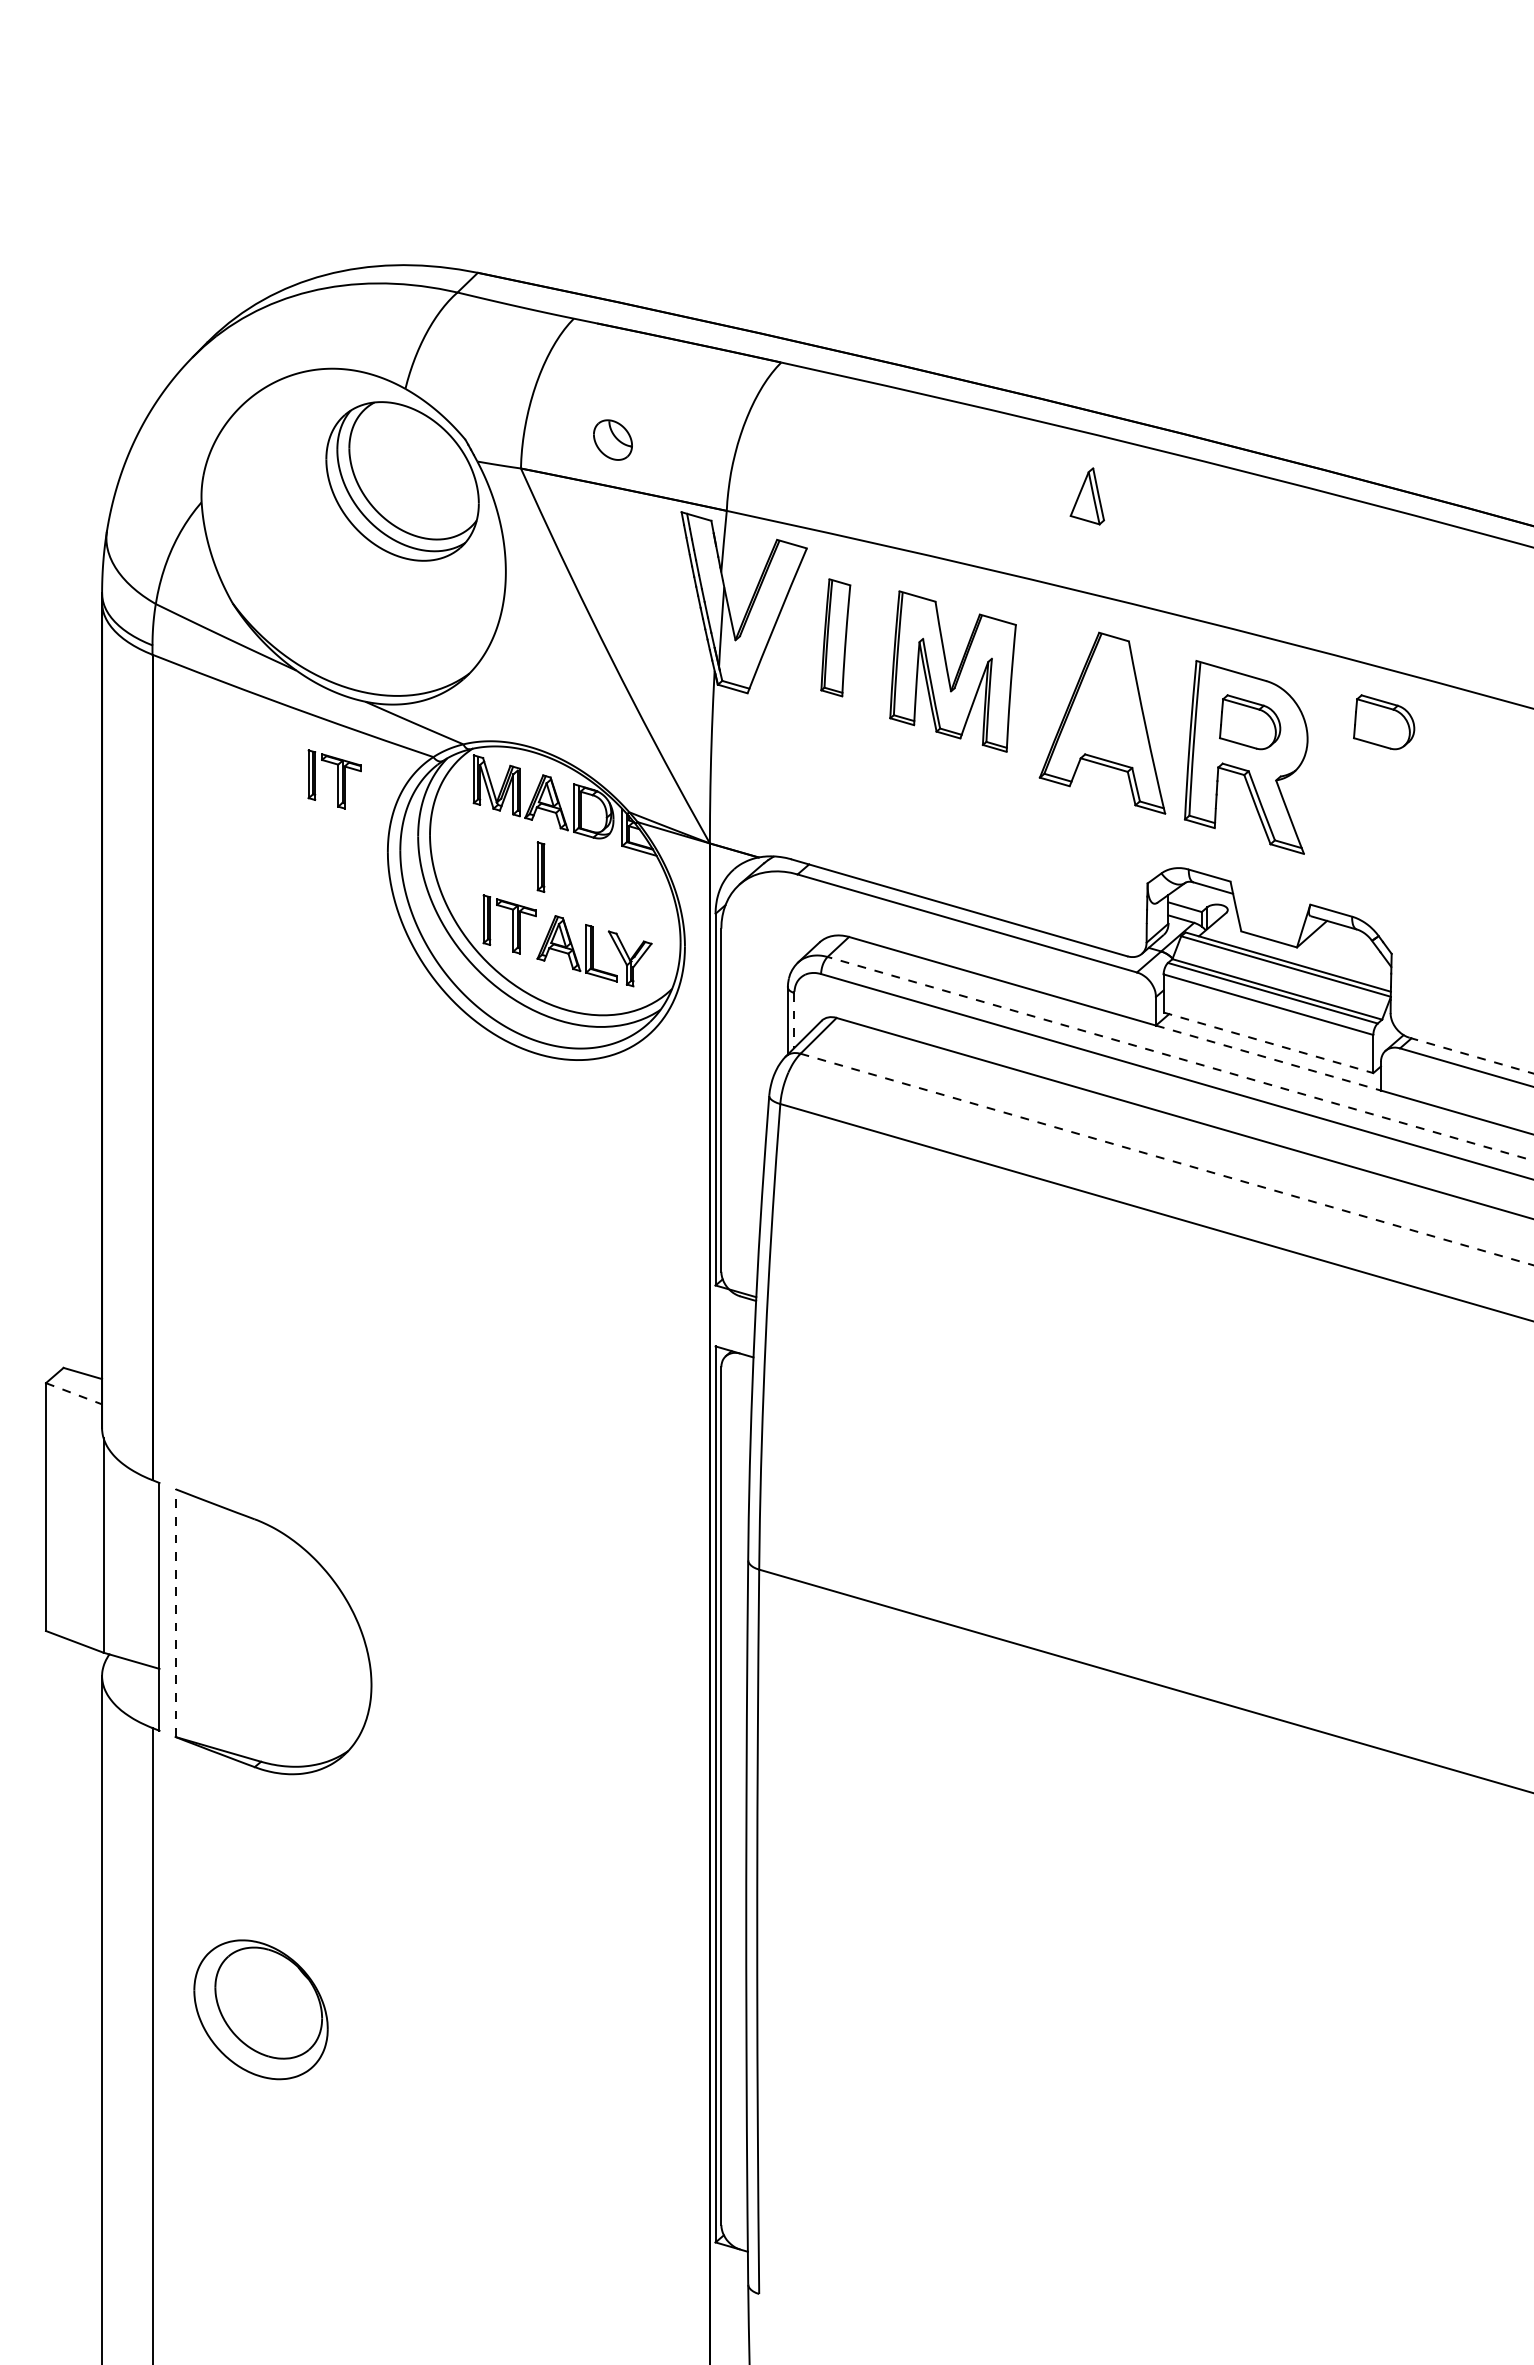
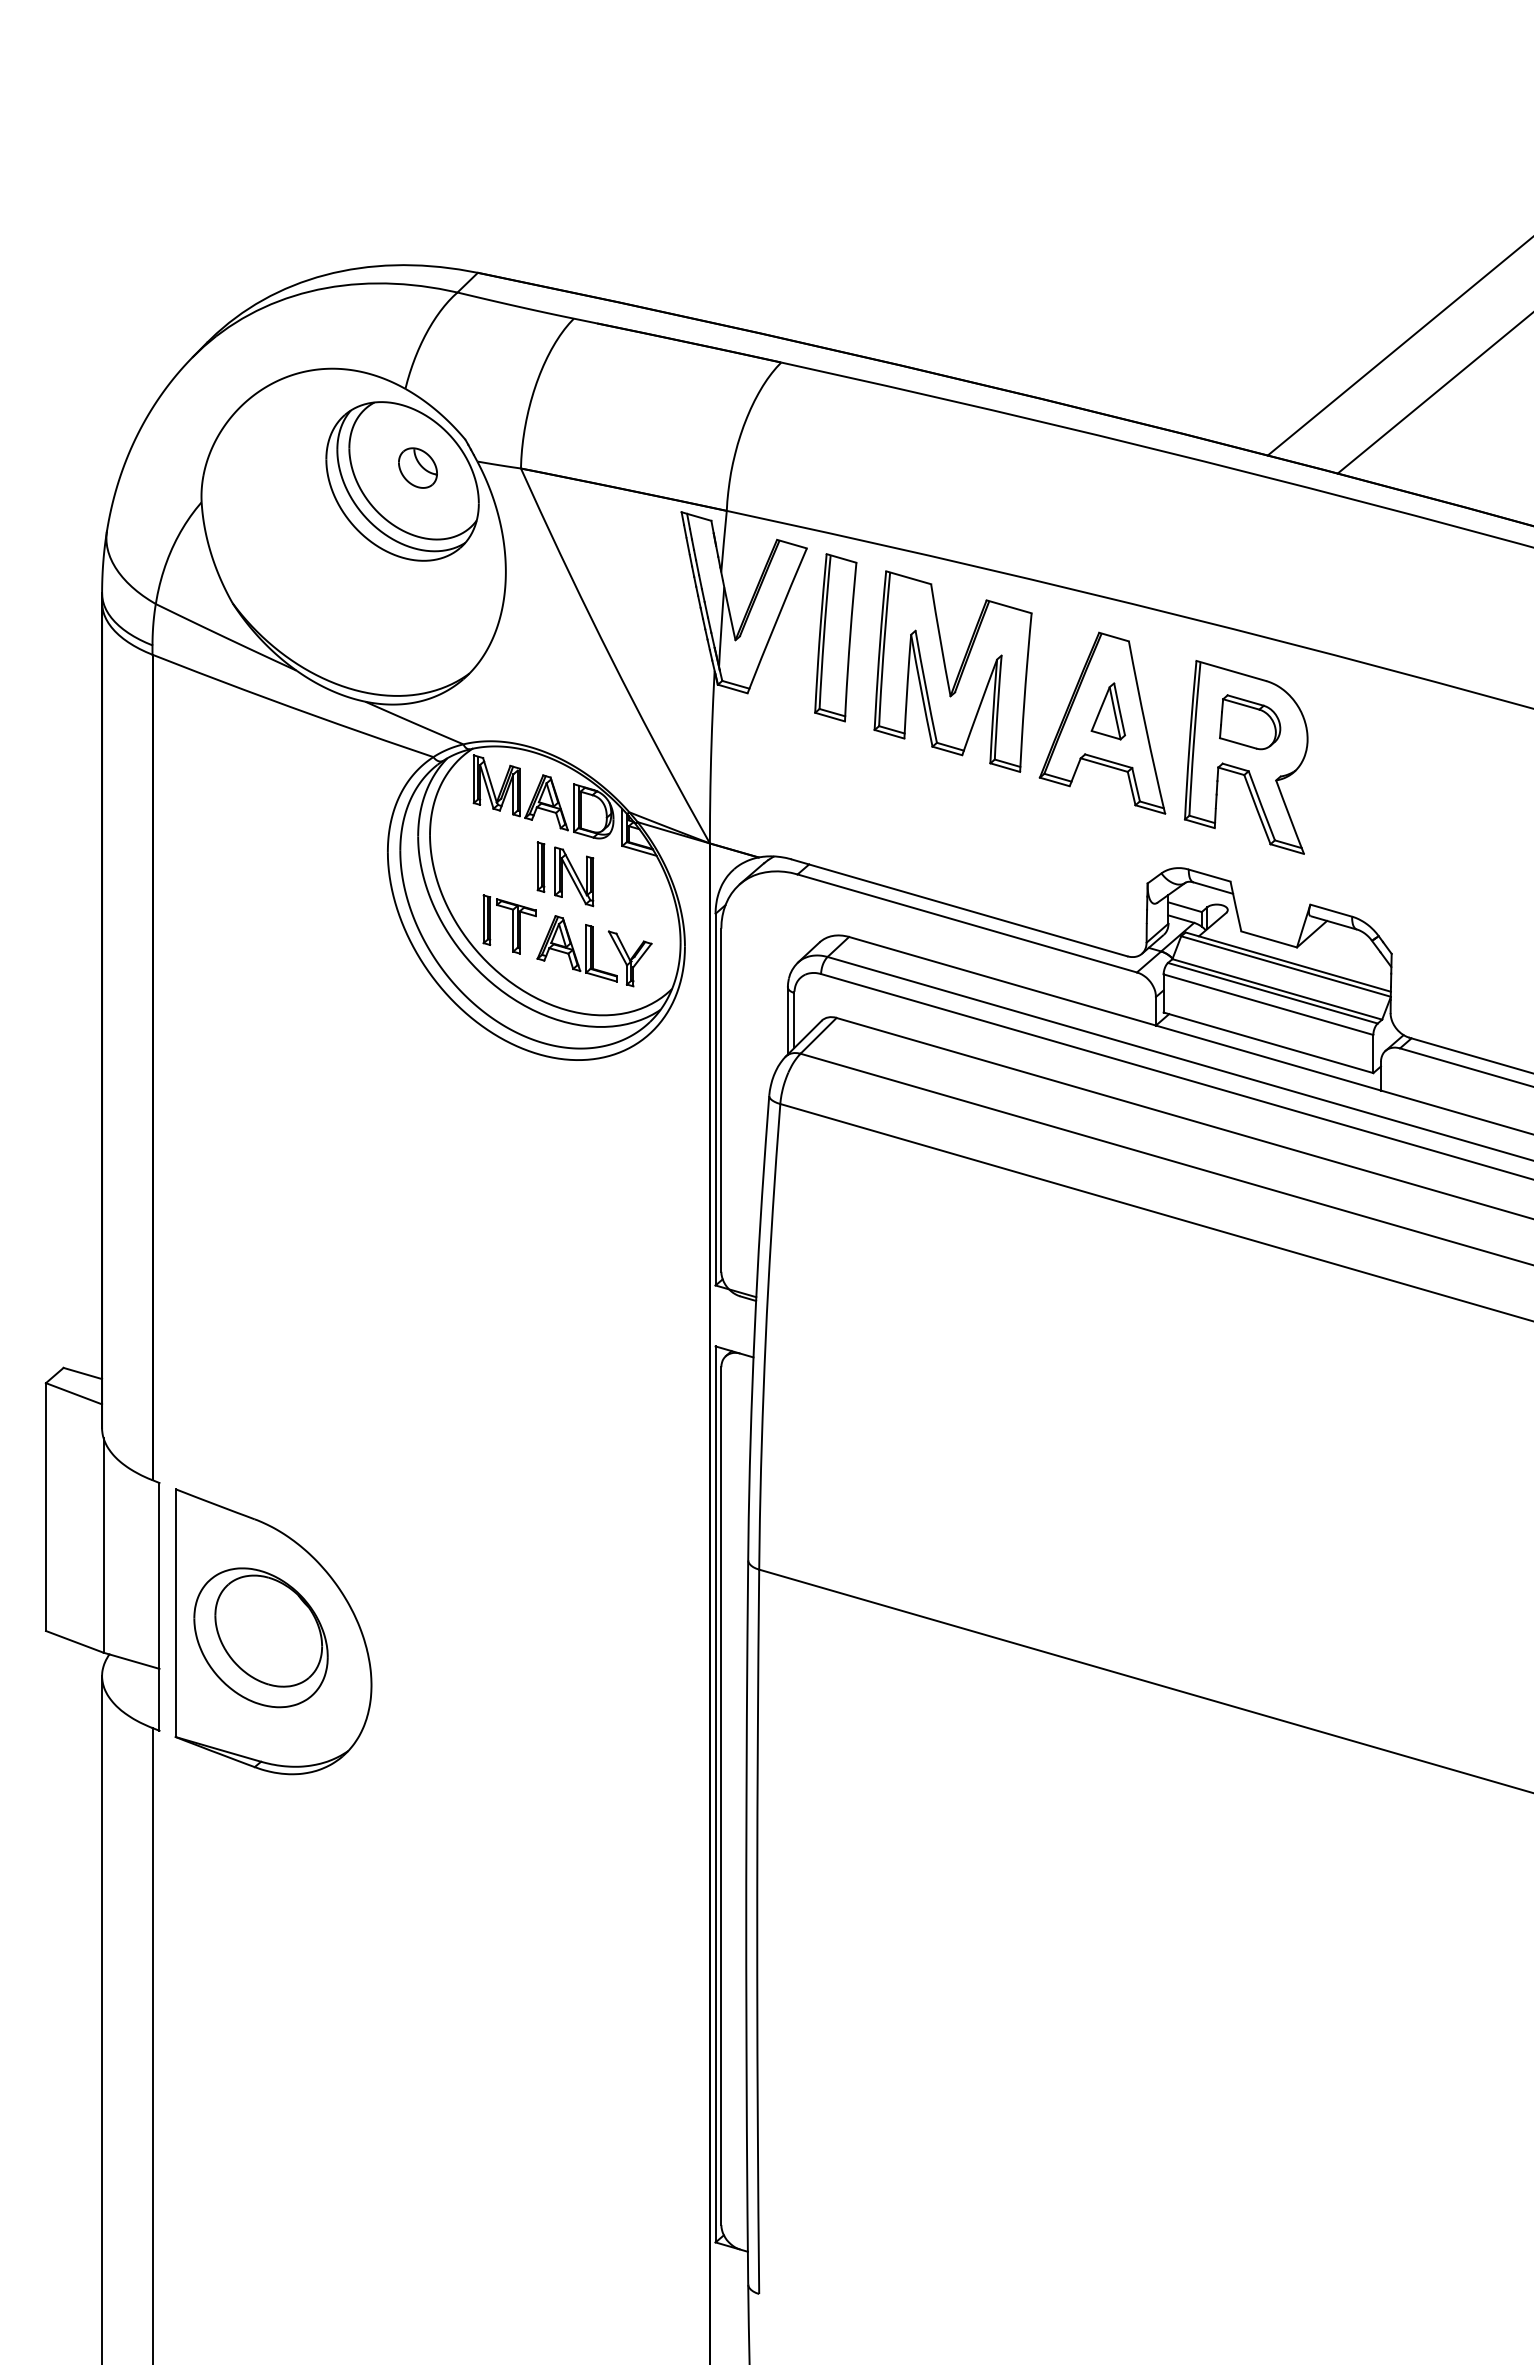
line at (1398, 347): none -> present
line at (1433, 393): none -> present
part at (612, 439) position: (612, 439) -> (417, 467)
part at (1086, 496) position: (1086, 496) -> (1107, 711)
part at (835, 637) size: 32x120 px -> 44x170 px
part at (952, 671) size: 128x163 px -> 160x203 px
part at (1384, 722): present -> none
part at (334, 779): present -> none
part at (574, 876): none -> present
line at (794, 1021): dashed -> solid
line at (1268, 1042): dashed -> solid
line at (1471, 1055): dashed -> solid
line at (1180, 1058): dashed -> solid
line at (1268, 1058): dashed -> solid
line at (1167, 1159): dashed -> solid
line at (74, 1393): dashed -> solid
line at (175, 1613): dashed -> solid
part at (260, 2009) position: (260, 2009) -> (260, 1637)
